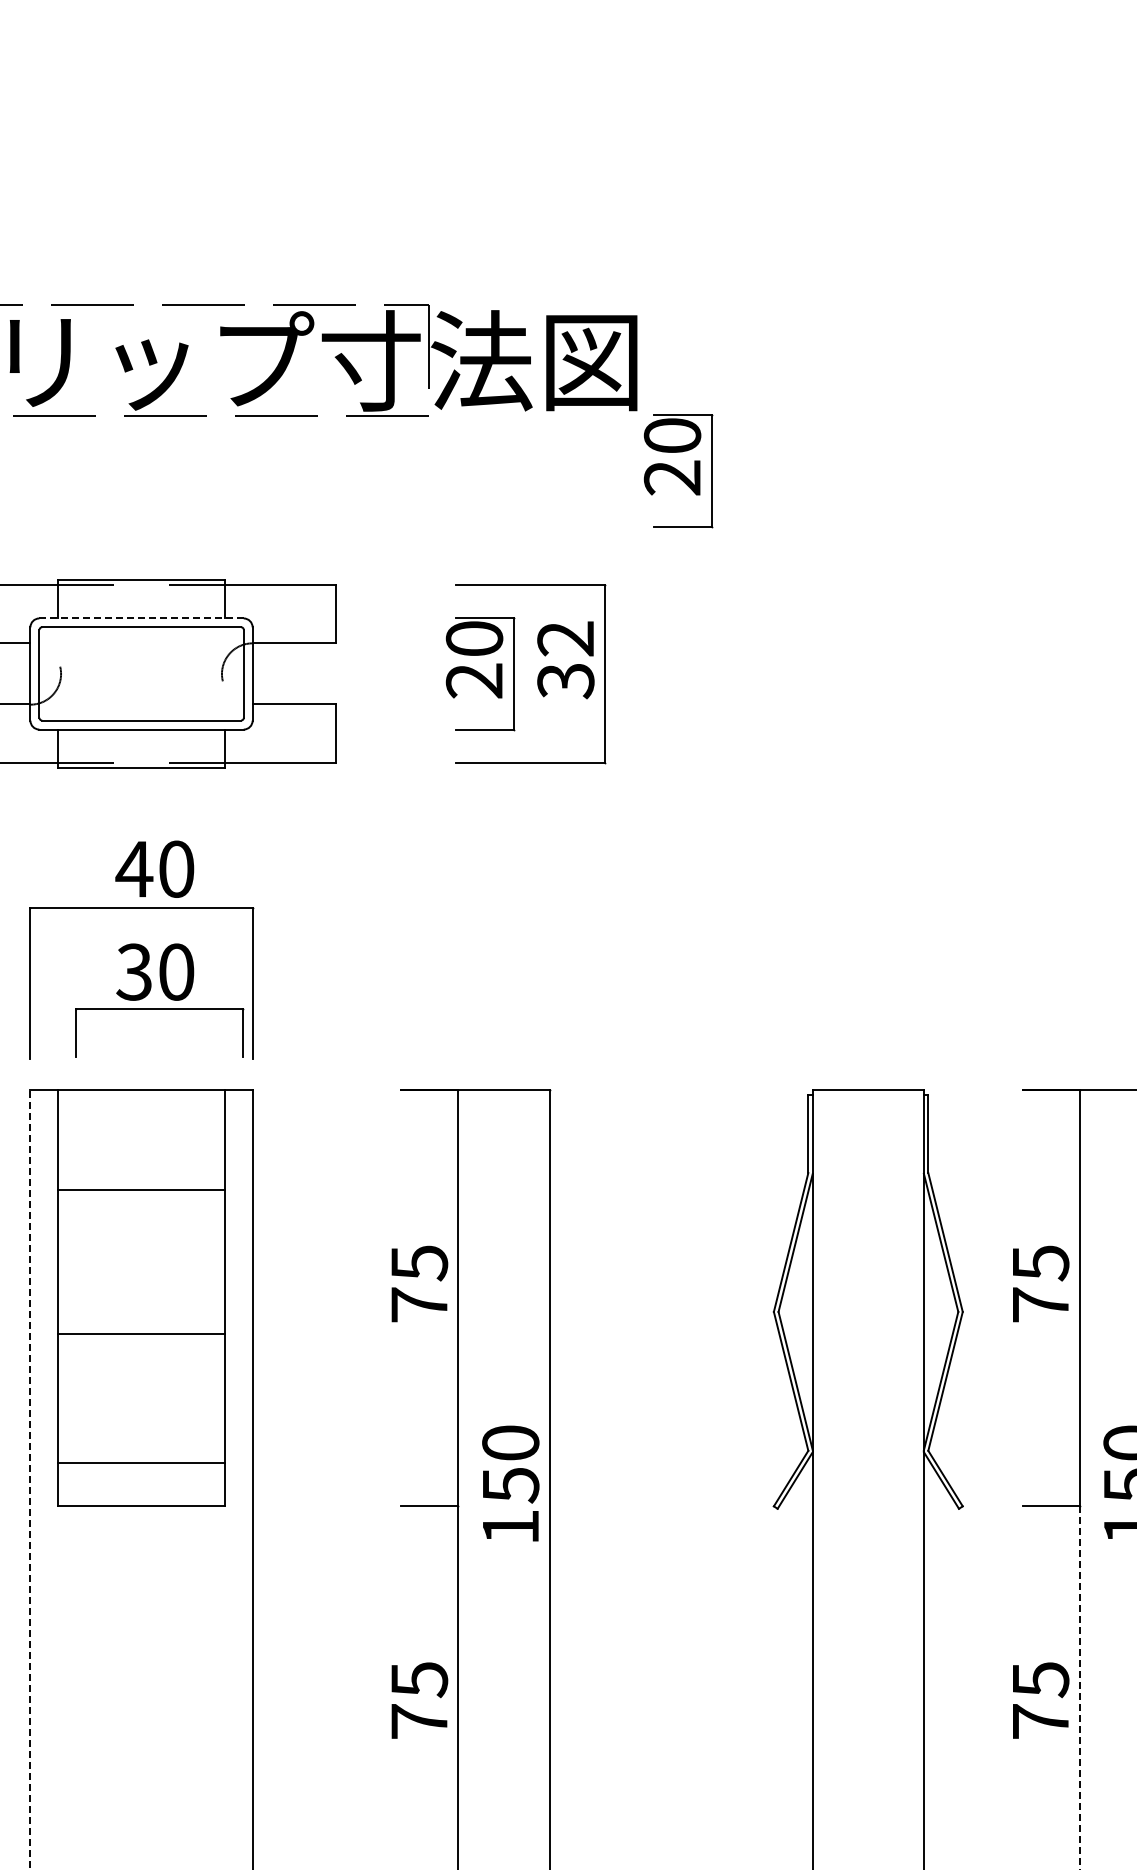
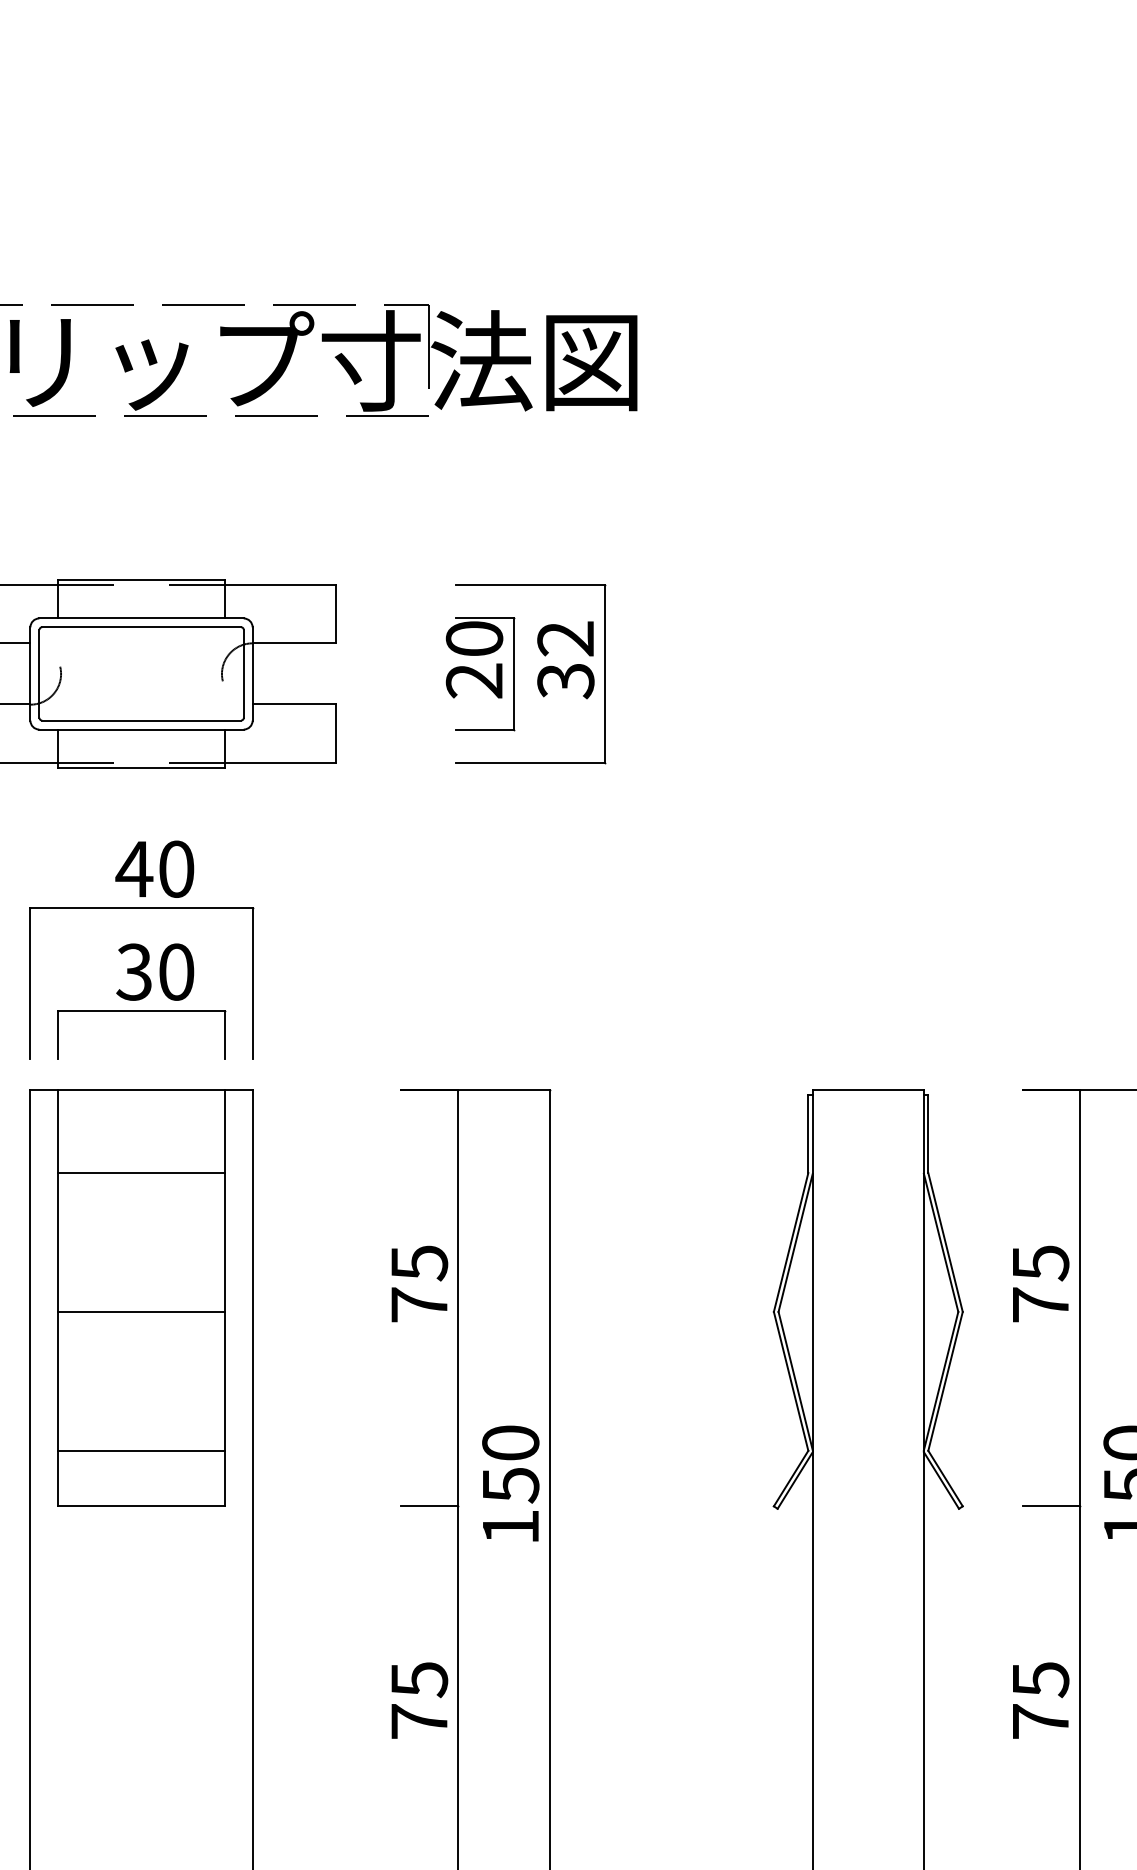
part at (678, 471): present -> none
line at (141, 618): dashed -> solid
part at (159, 1009) position: (159, 1009) -> (141, 1011)
line at (141, 1190) position: (141, 1190) -> (141, 1173)
line at (141, 1333) position: (141, 1333) -> (141, 1311)
line at (141, 1462) position: (141, 1462) -> (141, 1450)
line at (30, 1479): dashed -> solid
line at (1079, 1688): dashed -> solid
